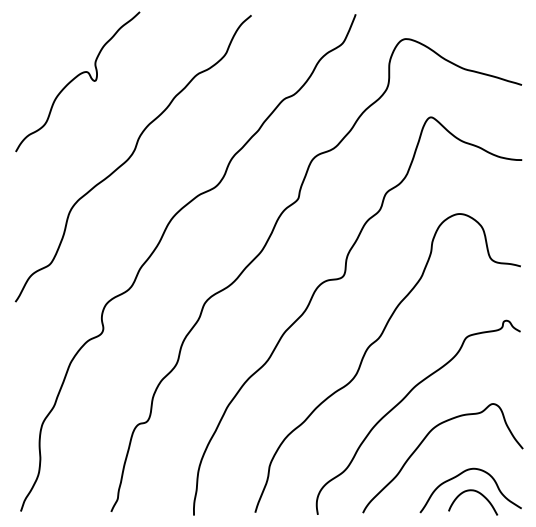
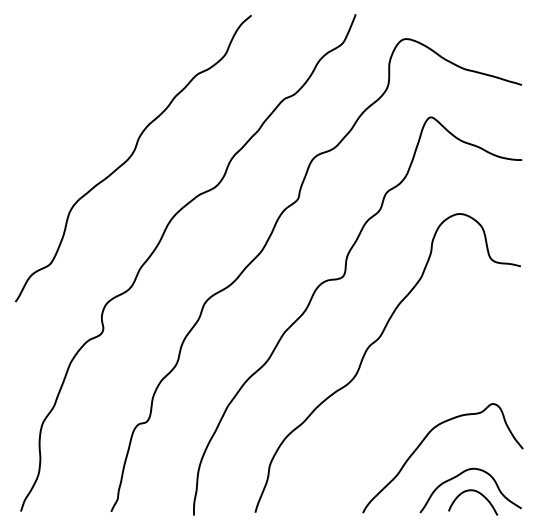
curve at (76, 78): present -> none
curve at (402, 401): present -> none
